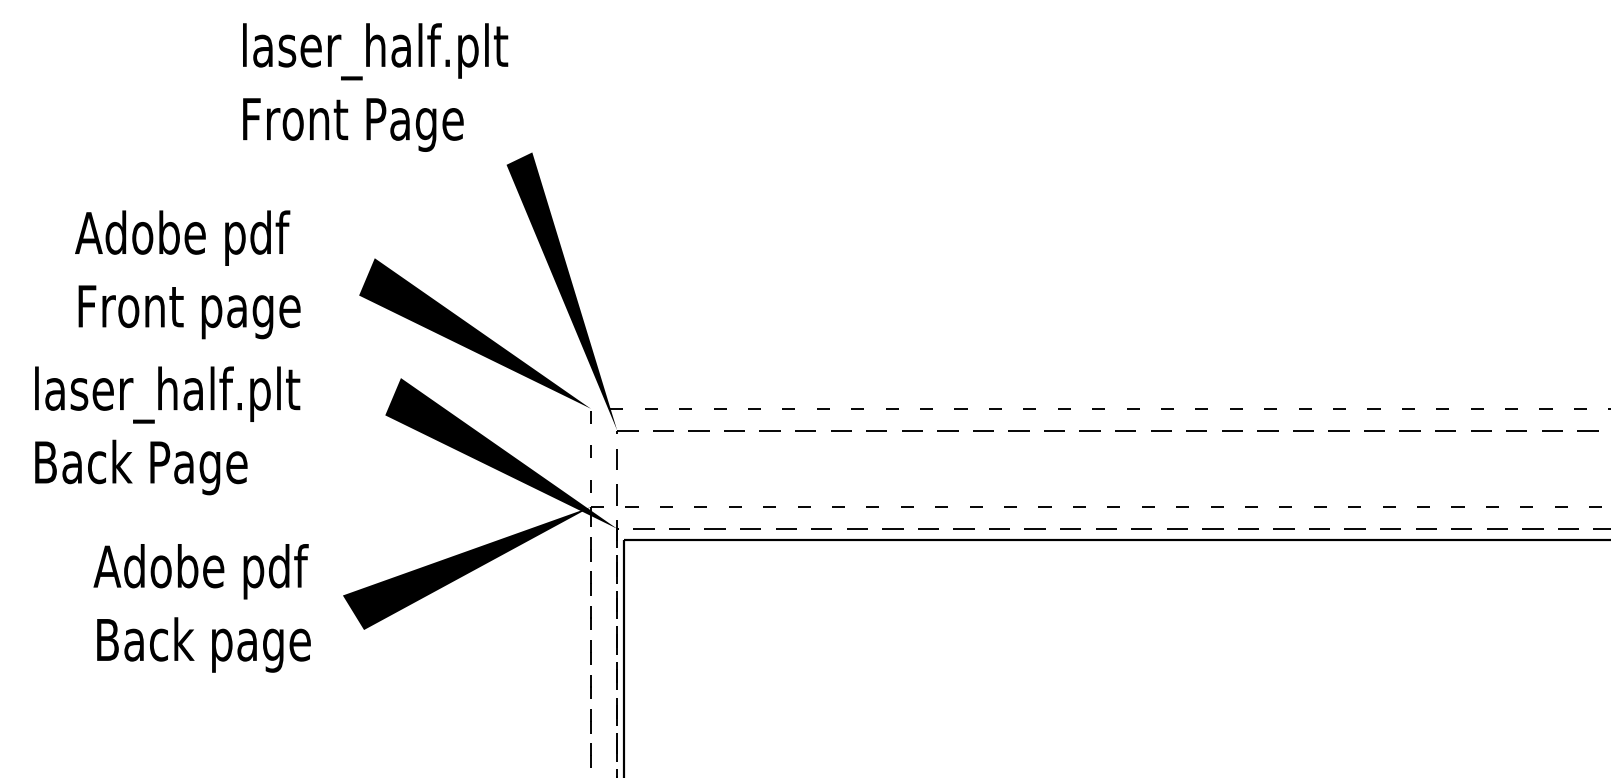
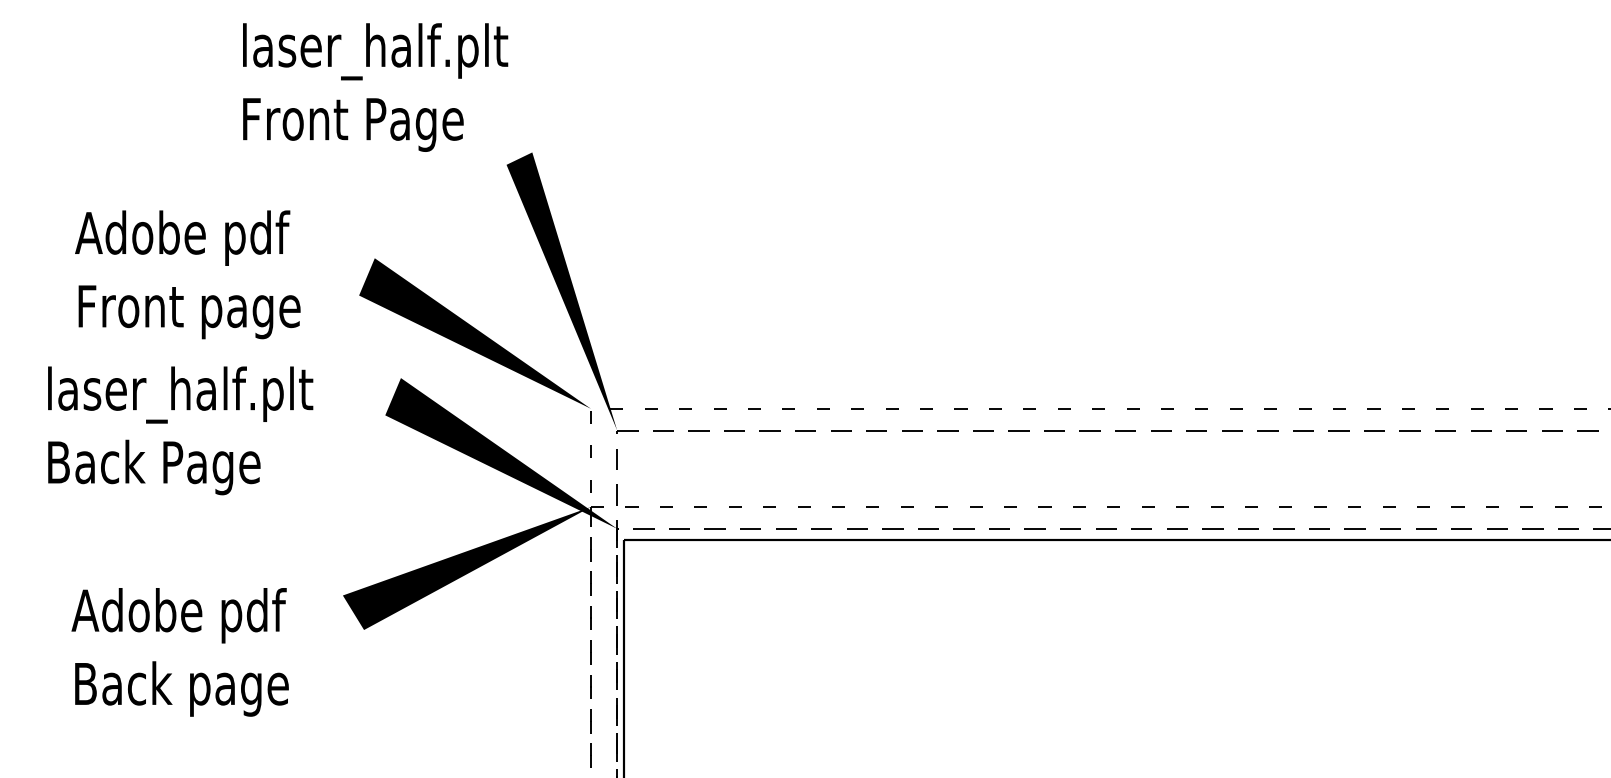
text at (167, 430) position: (167, 430) -> (180, 430)
text at (201, 608) position: (201, 608) -> (179, 652)
